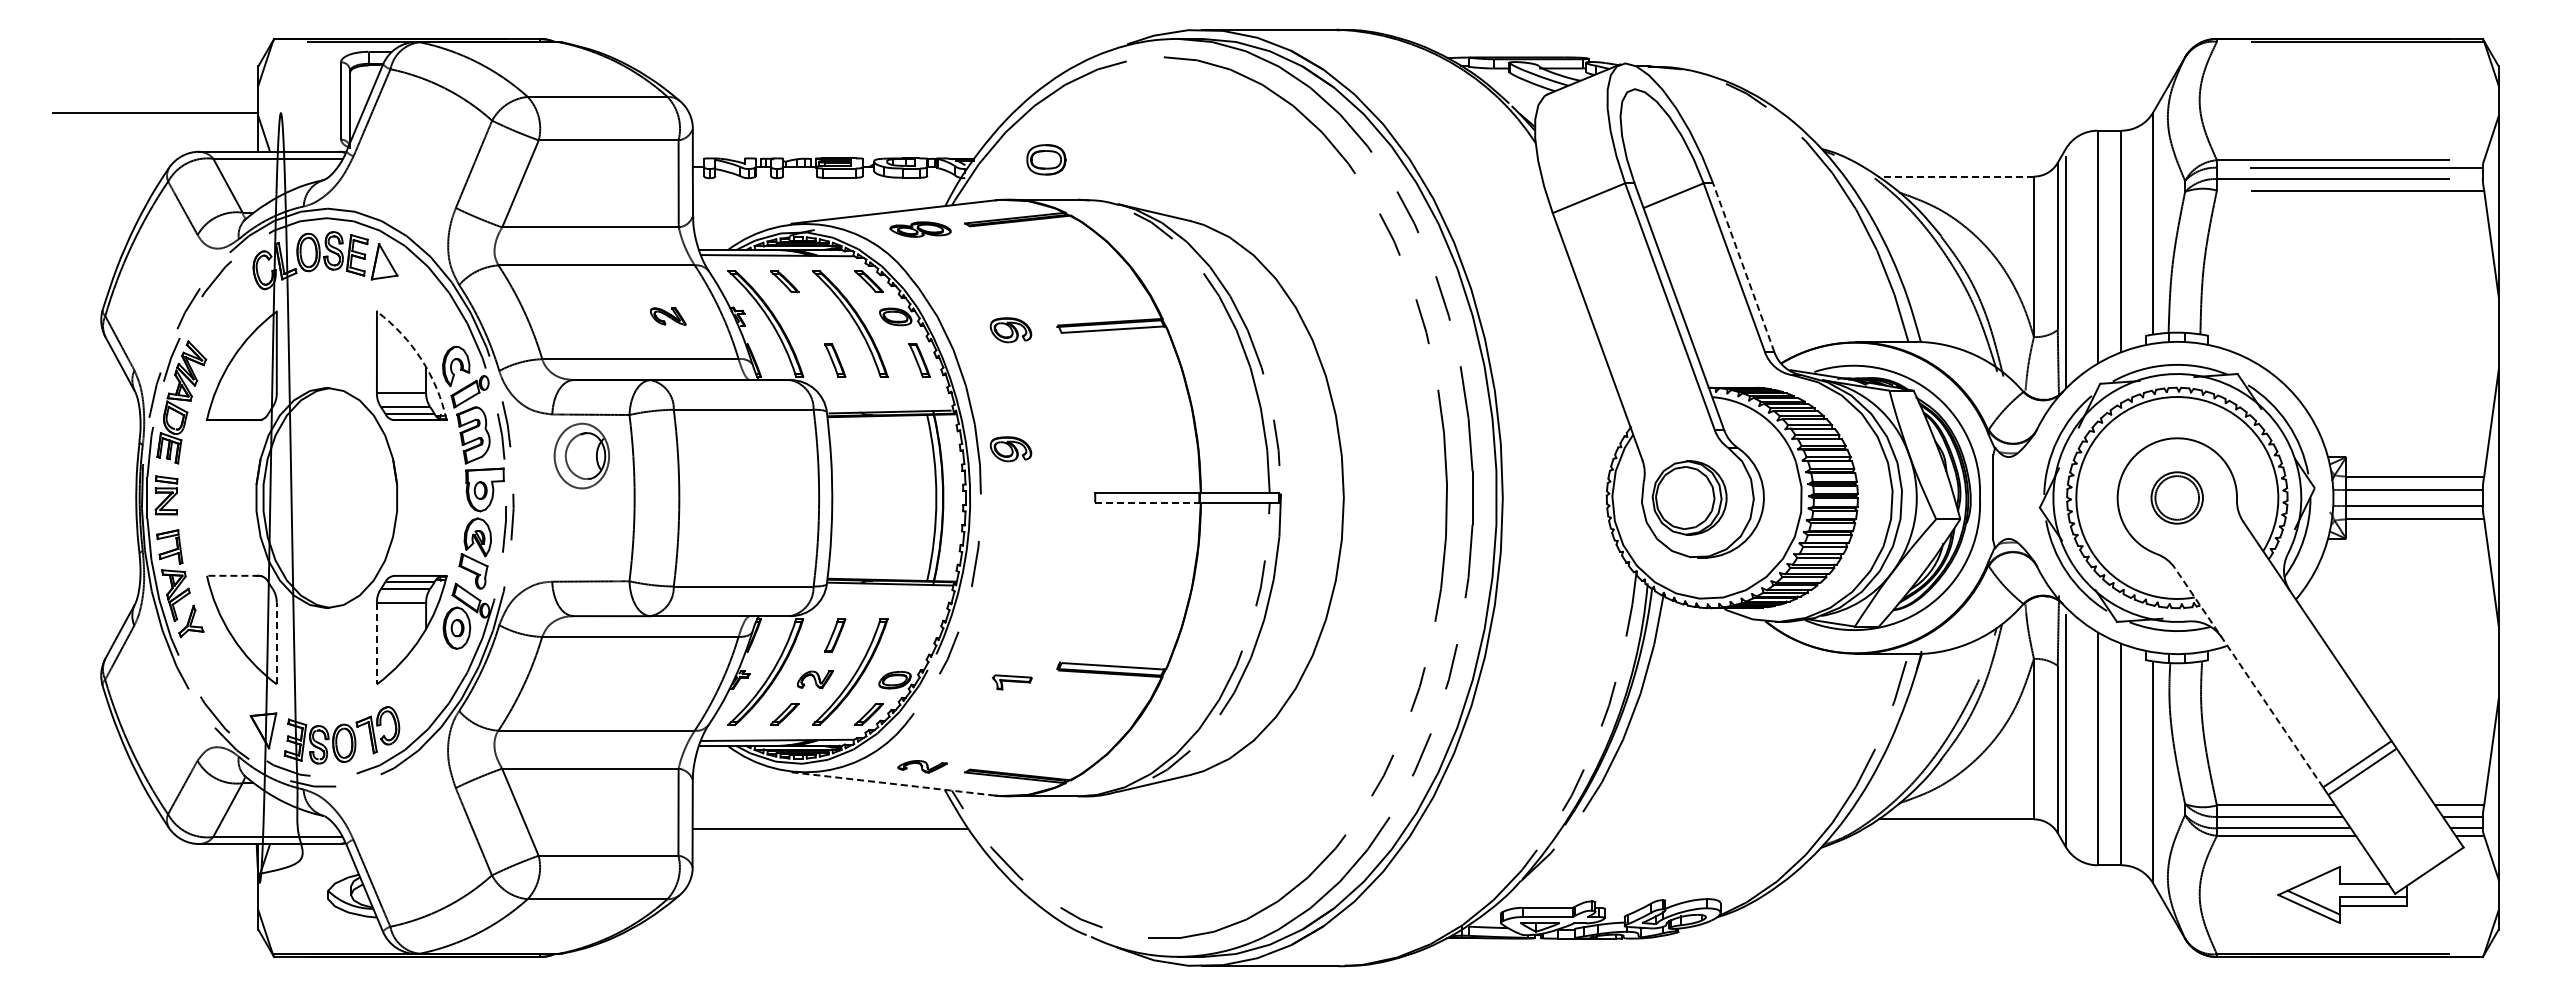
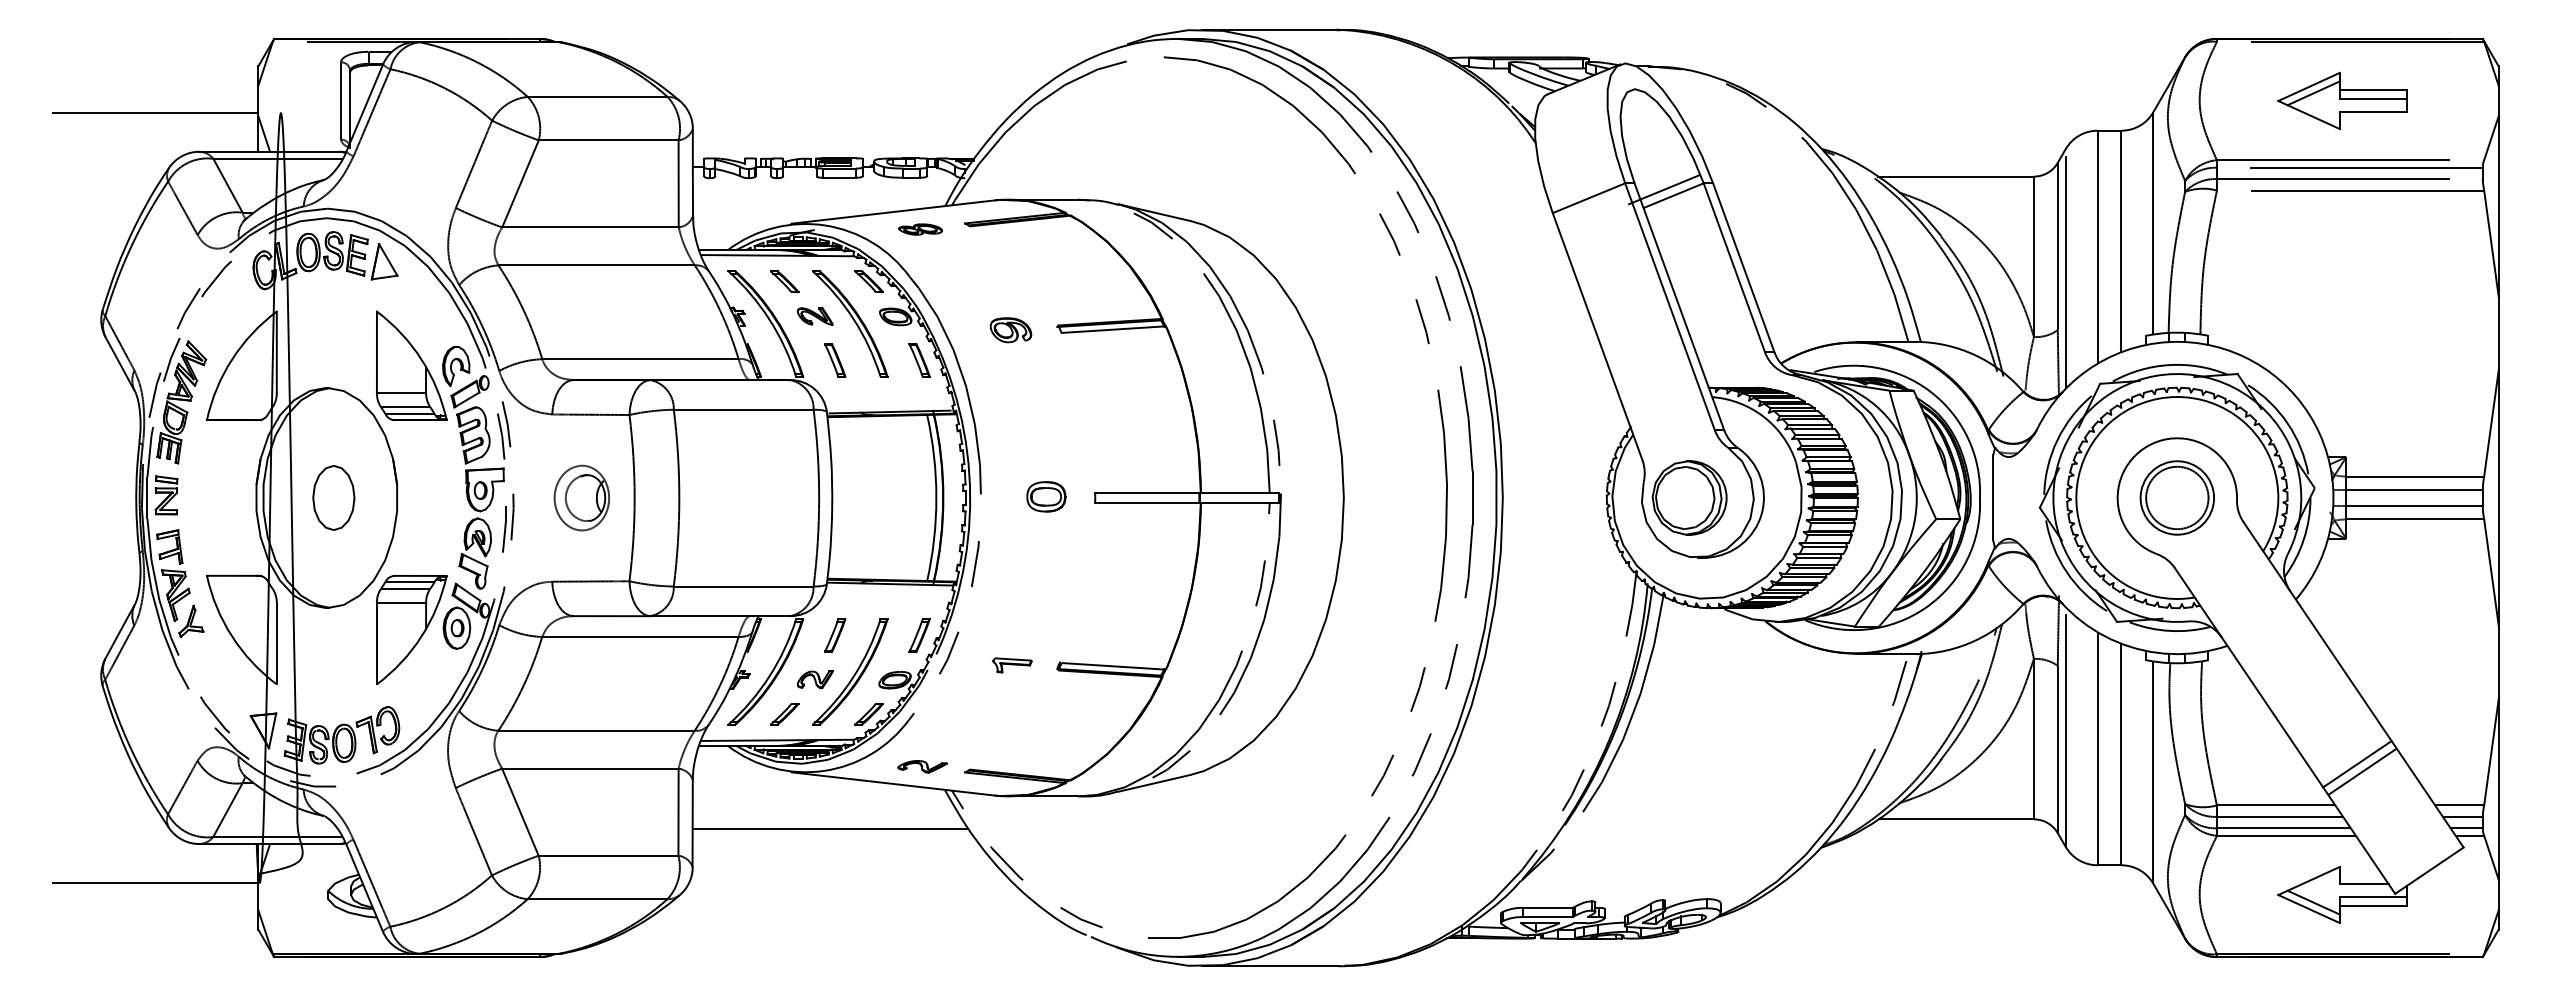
part at (2342, 100): none -> present
part at (1046, 159) position: (1046, 159) -> (1046, 496)
line at (1955, 176): dashed -> solid
line at (1664, 189): none -> present
part at (920, 229) size: 63x17 px -> 45x13 px
line at (1743, 267): dashed -> solid
part at (668, 316) position: (668, 316) -> (815, 316)
arc at (421, 359): dashed -> solid
part at (1010, 449): present -> none
part at (581, 455) position: (581, 455) -> (581, 497)
part at (333, 497): none -> present
part at (2176, 497) size: 54x54 px -> 76x76 px
line at (1148, 502): dashed -> solid
line at (232, 575): dashed -> solid
part at (919, 635): none -> present
line at (276, 643): dashed -> solid
line at (376, 643): dashed -> solid
line at (2248, 677): dashed -> solid
part at (1011, 682) position: (1011, 682) -> (1011, 665)
line at (893, 784): dashed -> solid
line at (155, 882): none -> present
